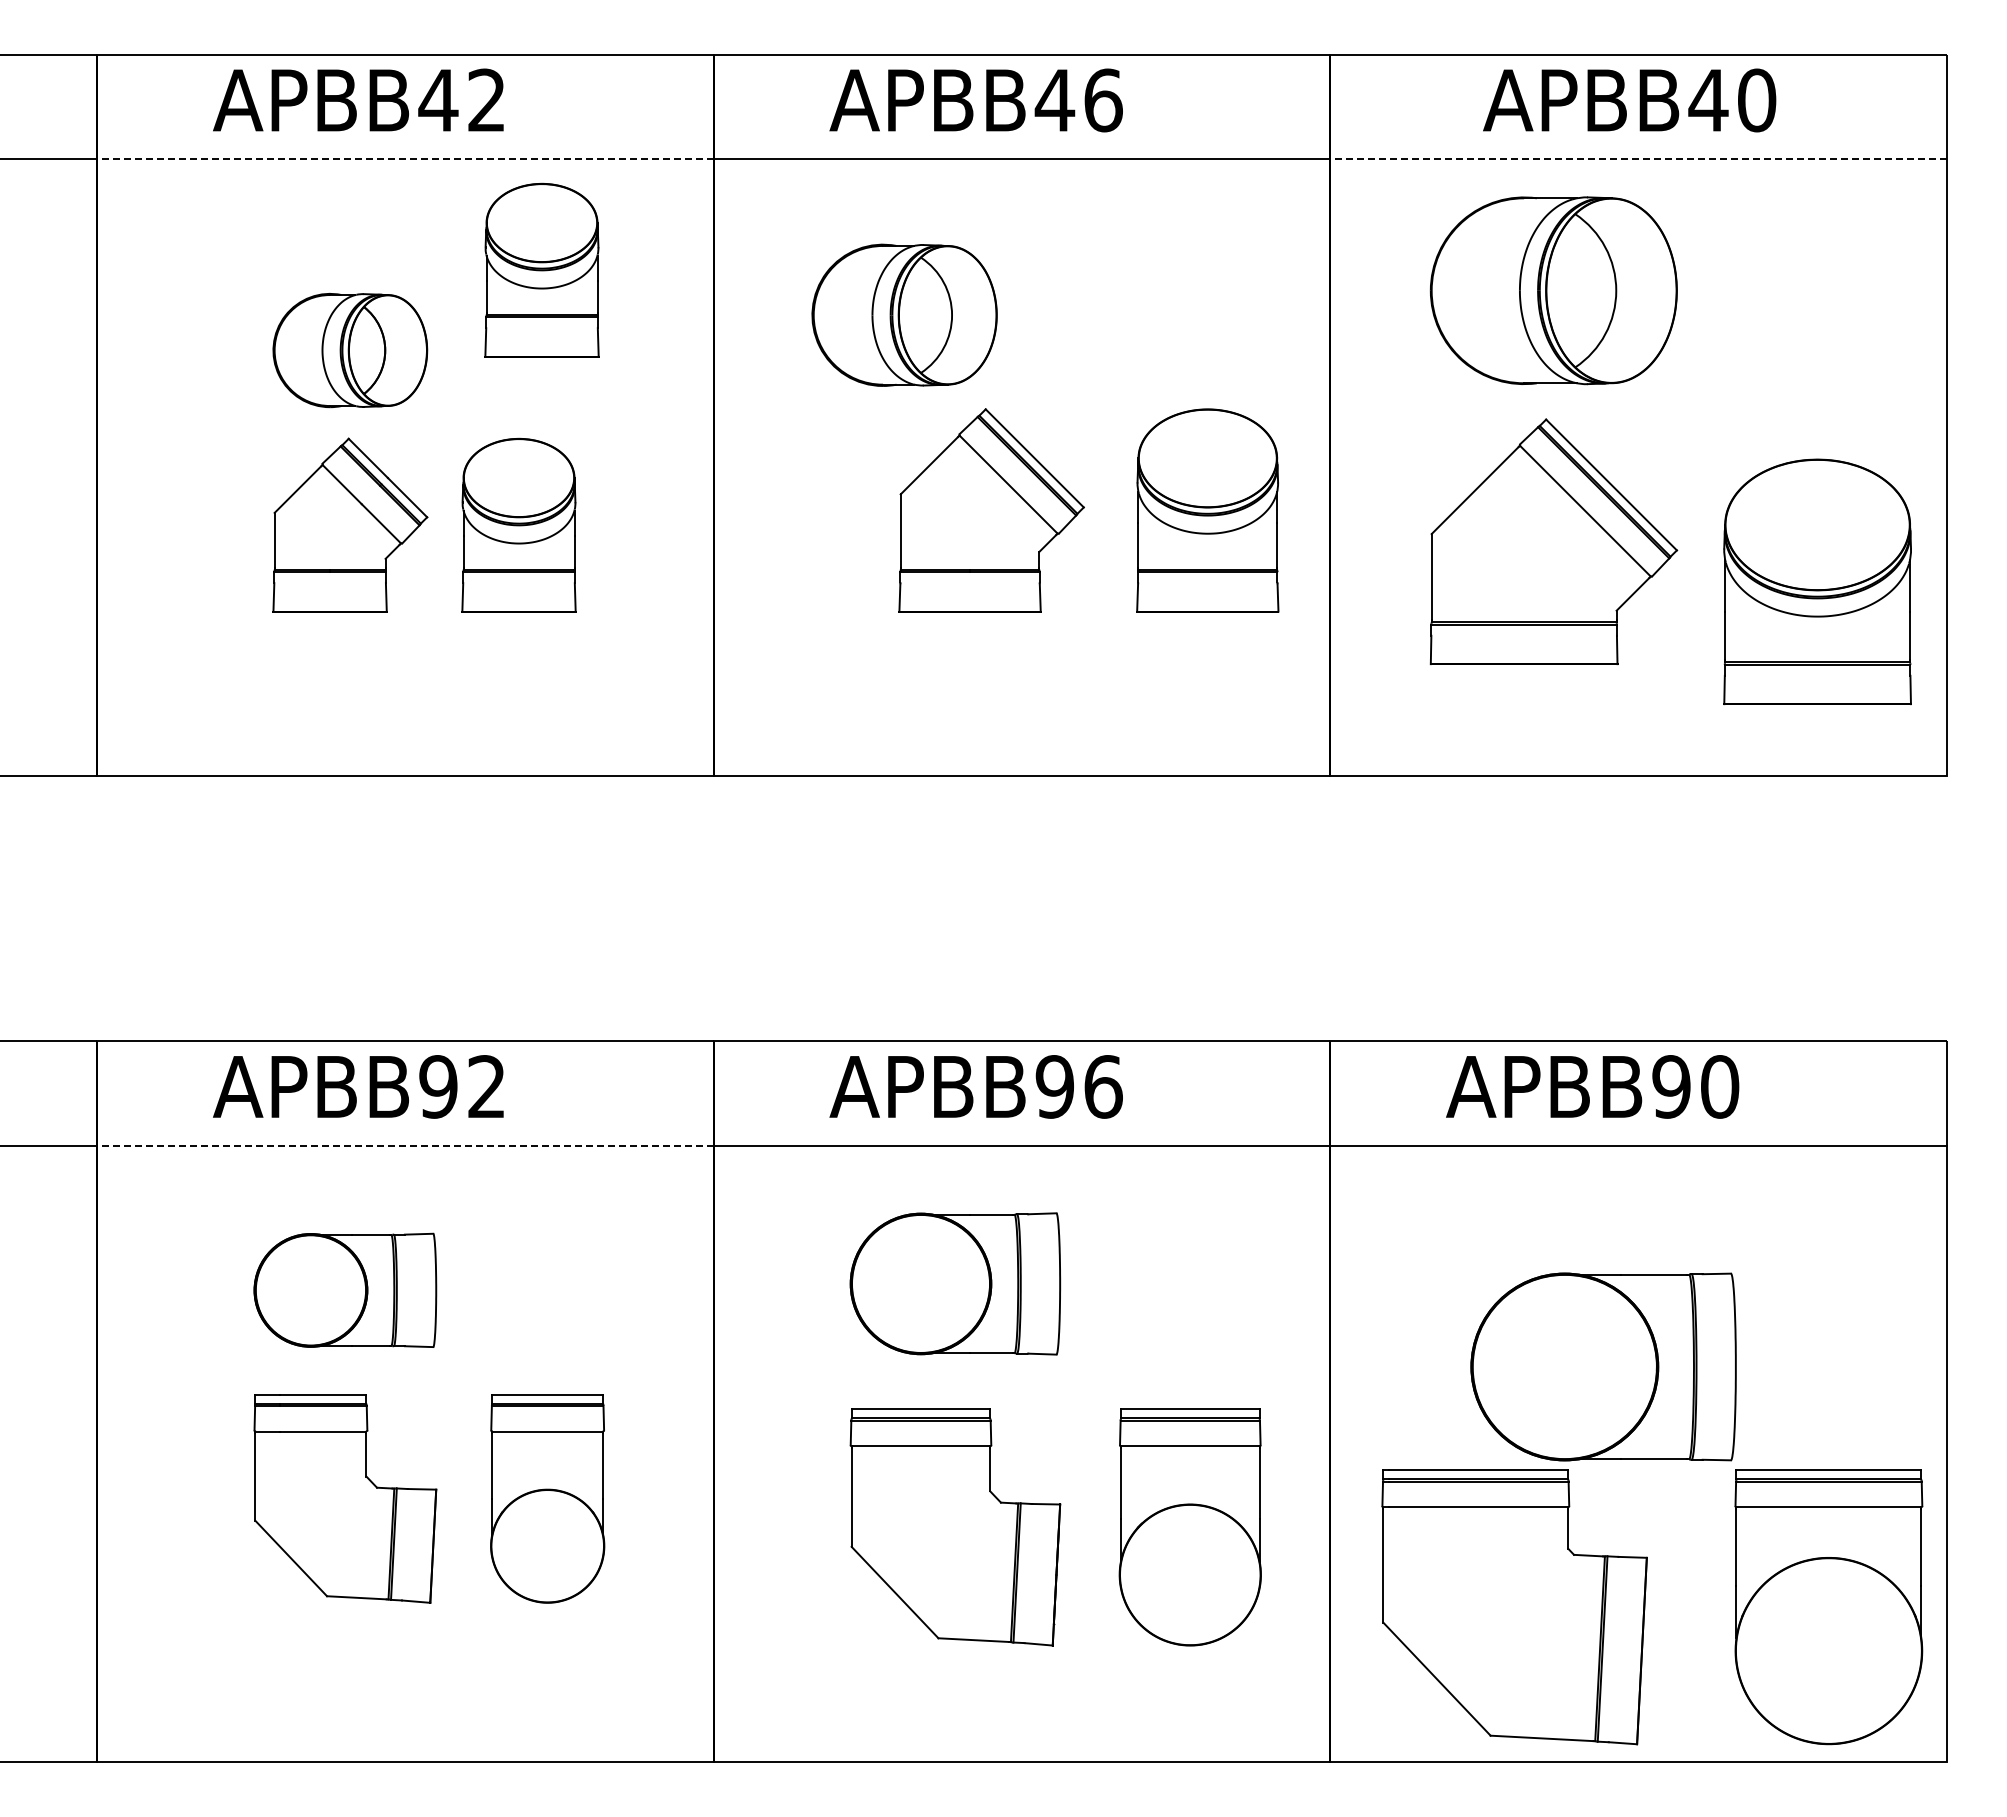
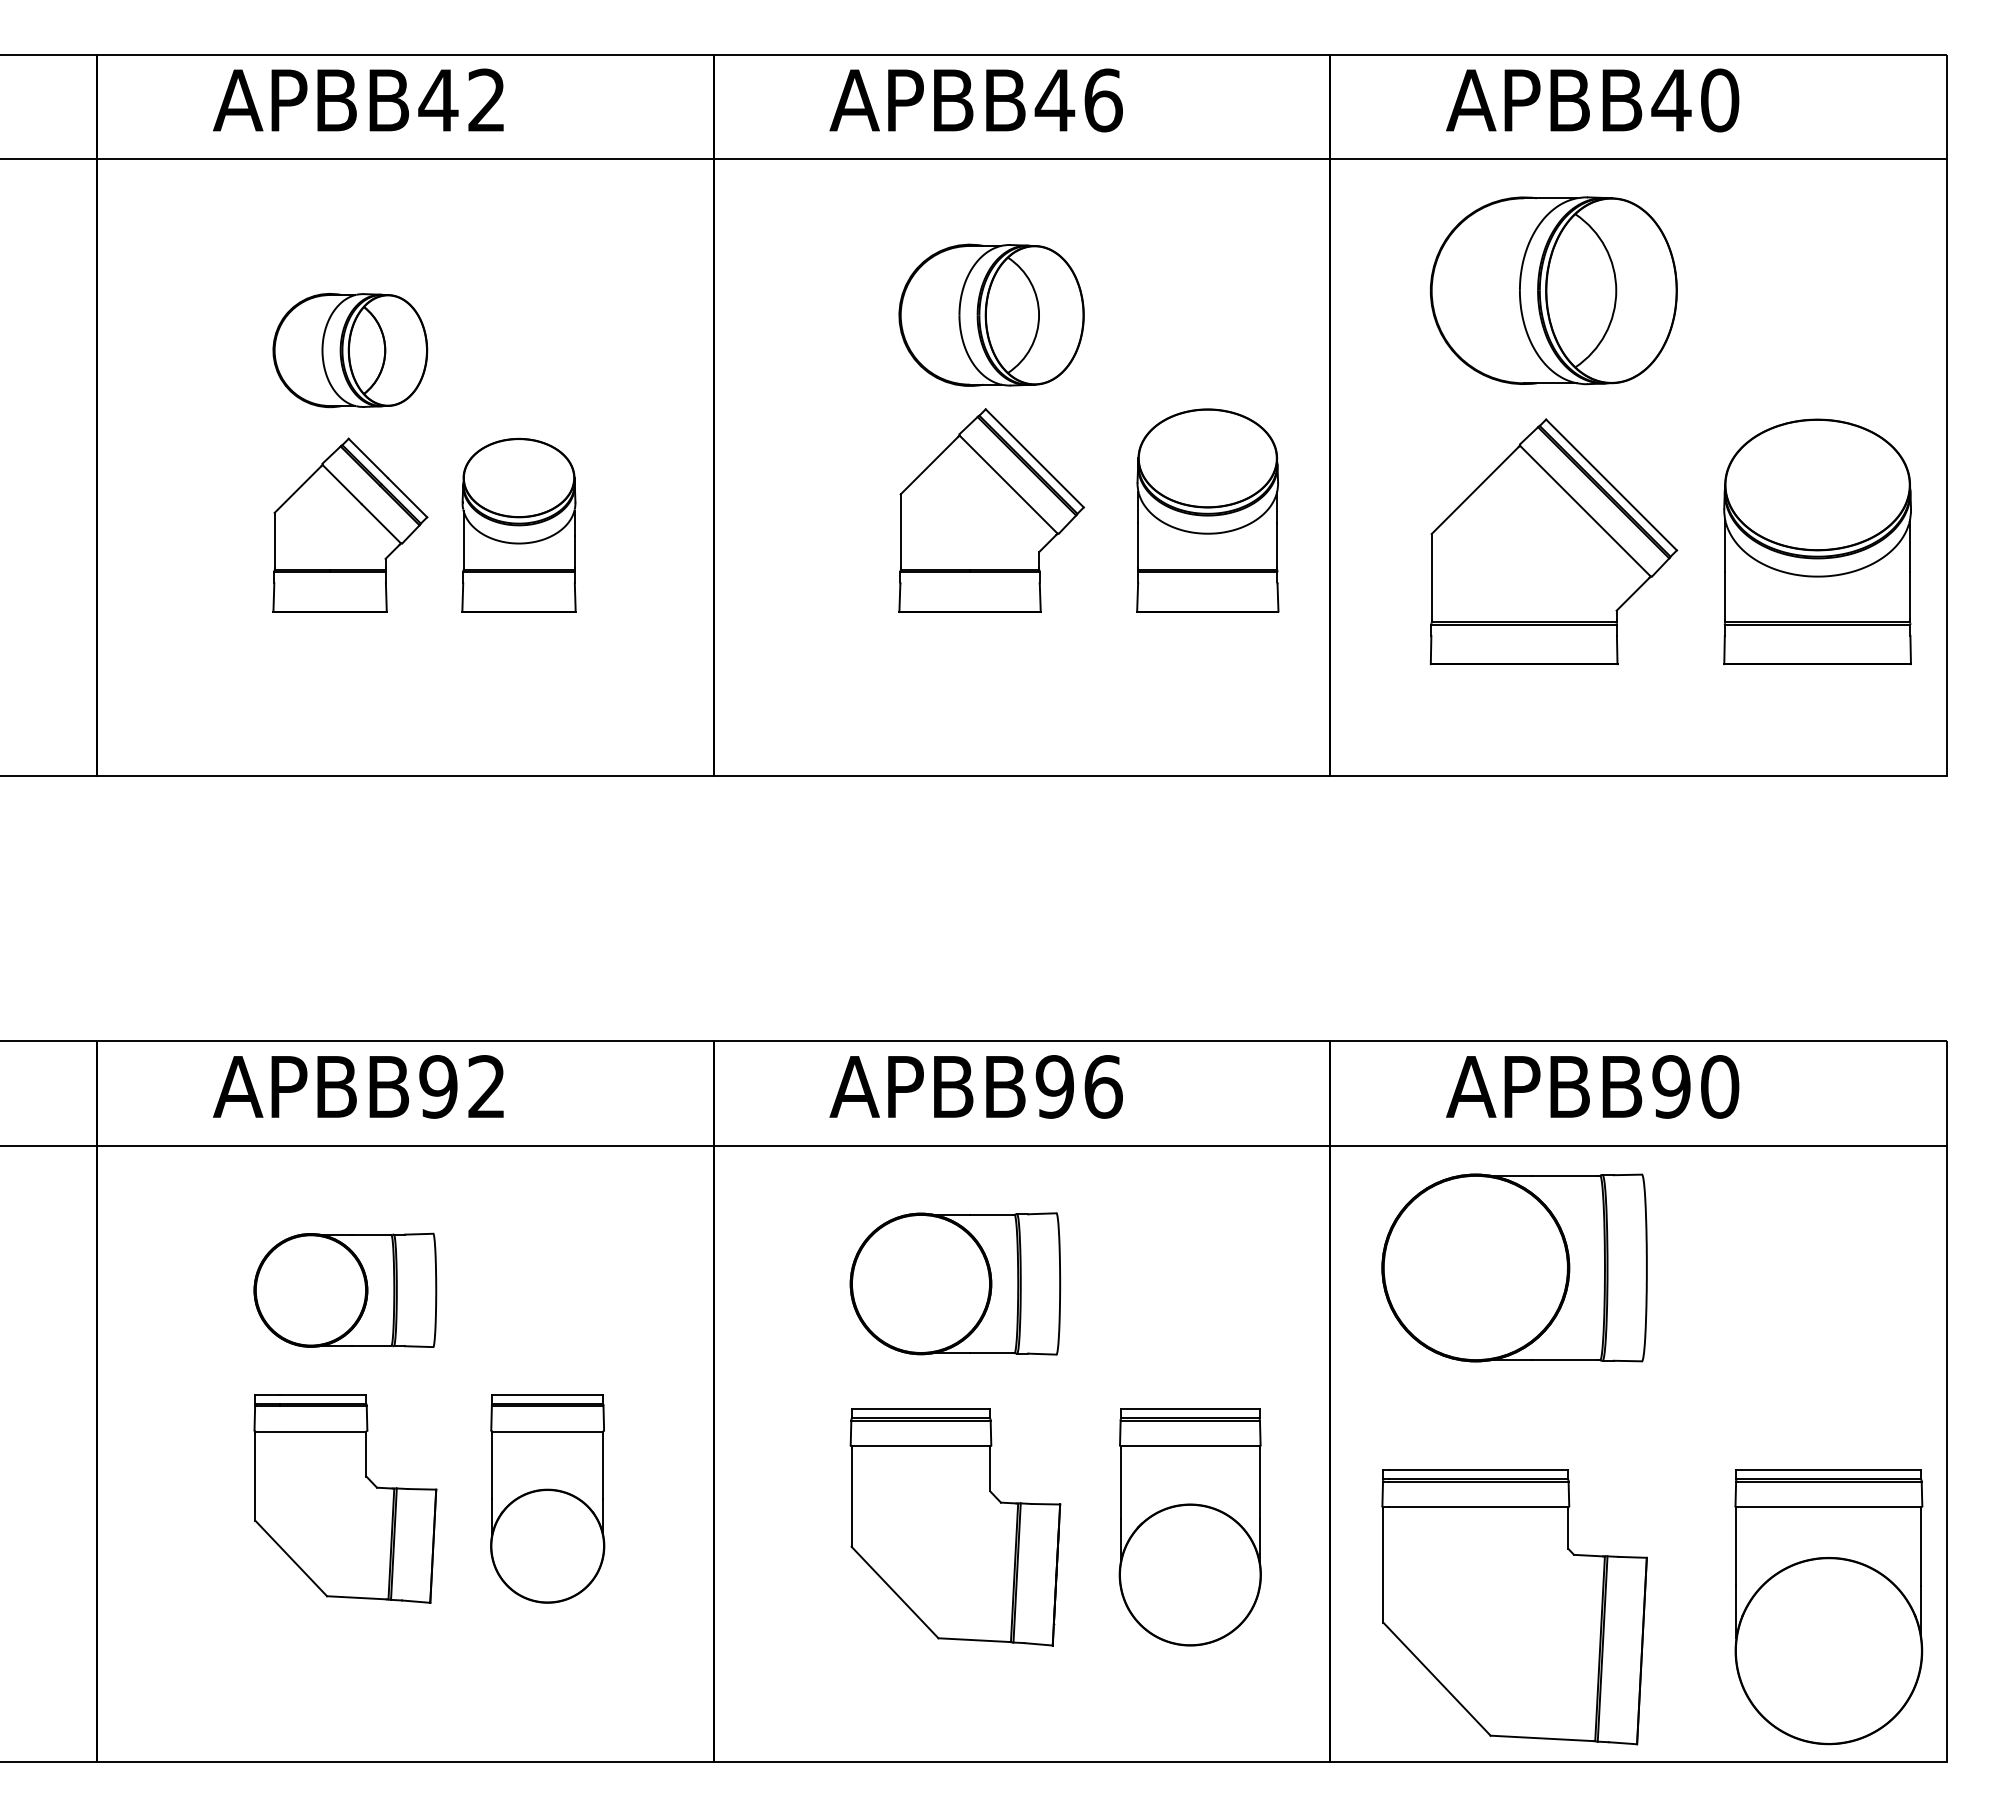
text at (1629, 100) position: (1629, 100) -> (1592, 100)
line at (404, 159): dashed -> solid
line at (1638, 159): dashed -> solid
part at (541, 269): present -> none
part at (904, 314) position: (904, 314) -> (991, 314)
part at (1817, 581) position: (1817, 581) -> (1817, 541)
line at (404, 1145): dashed -> solid
part at (1603, 1366) position: (1603, 1366) -> (1514, 1267)
